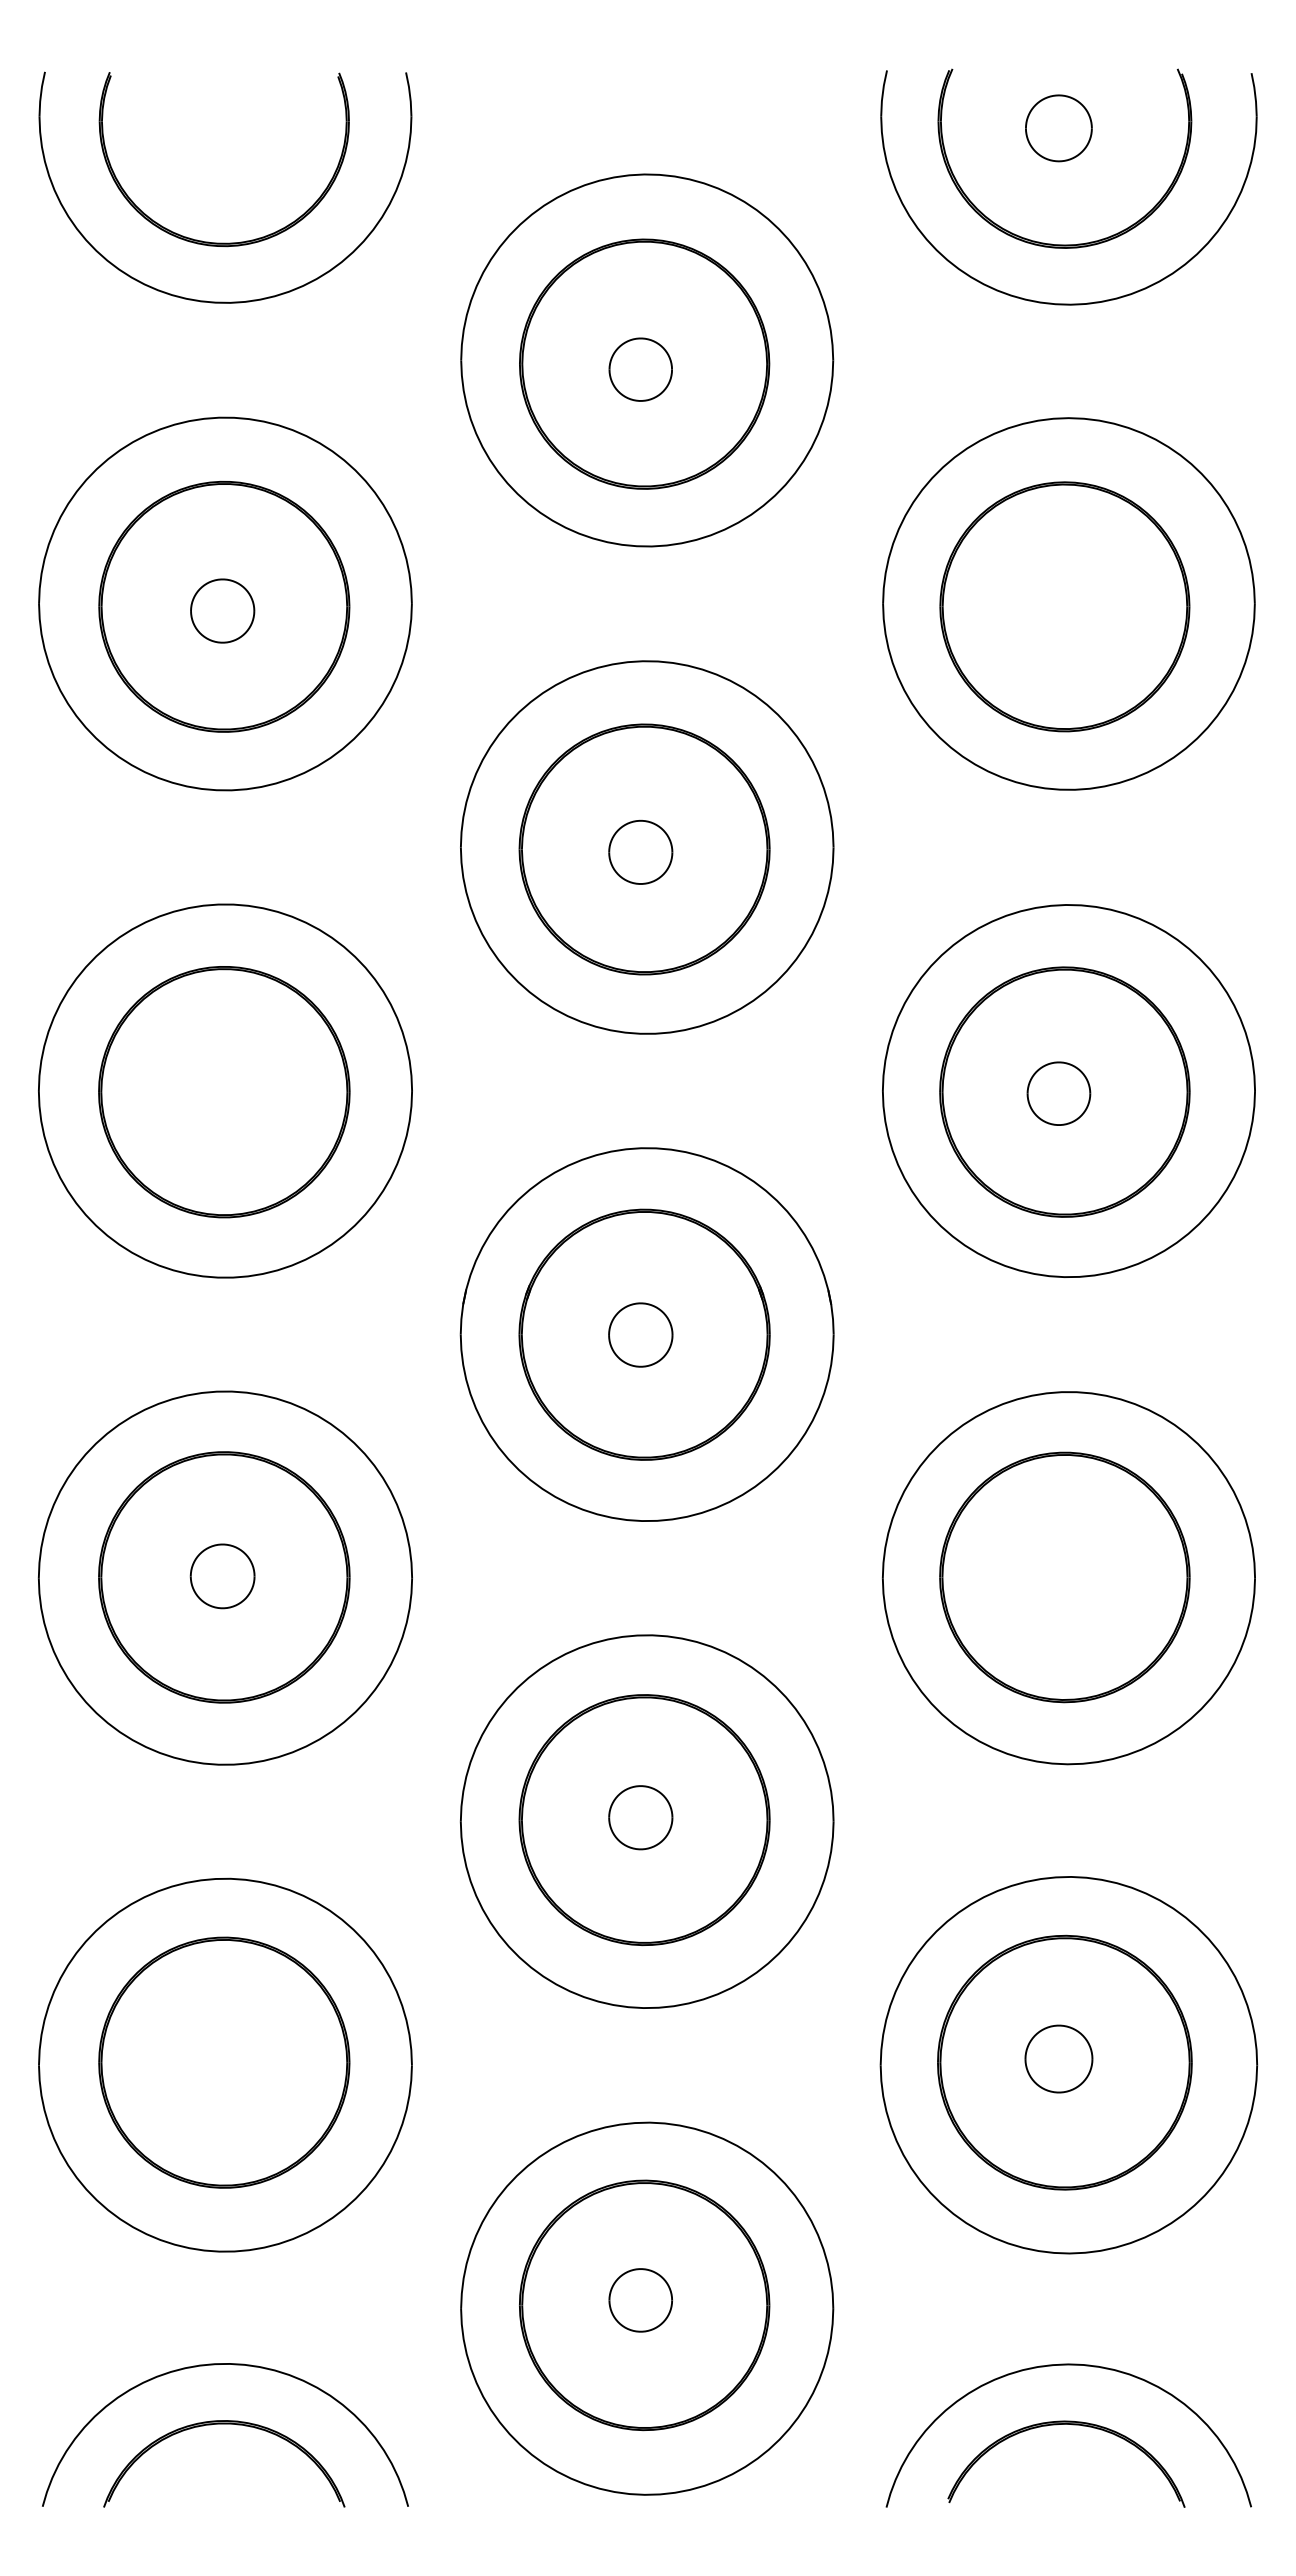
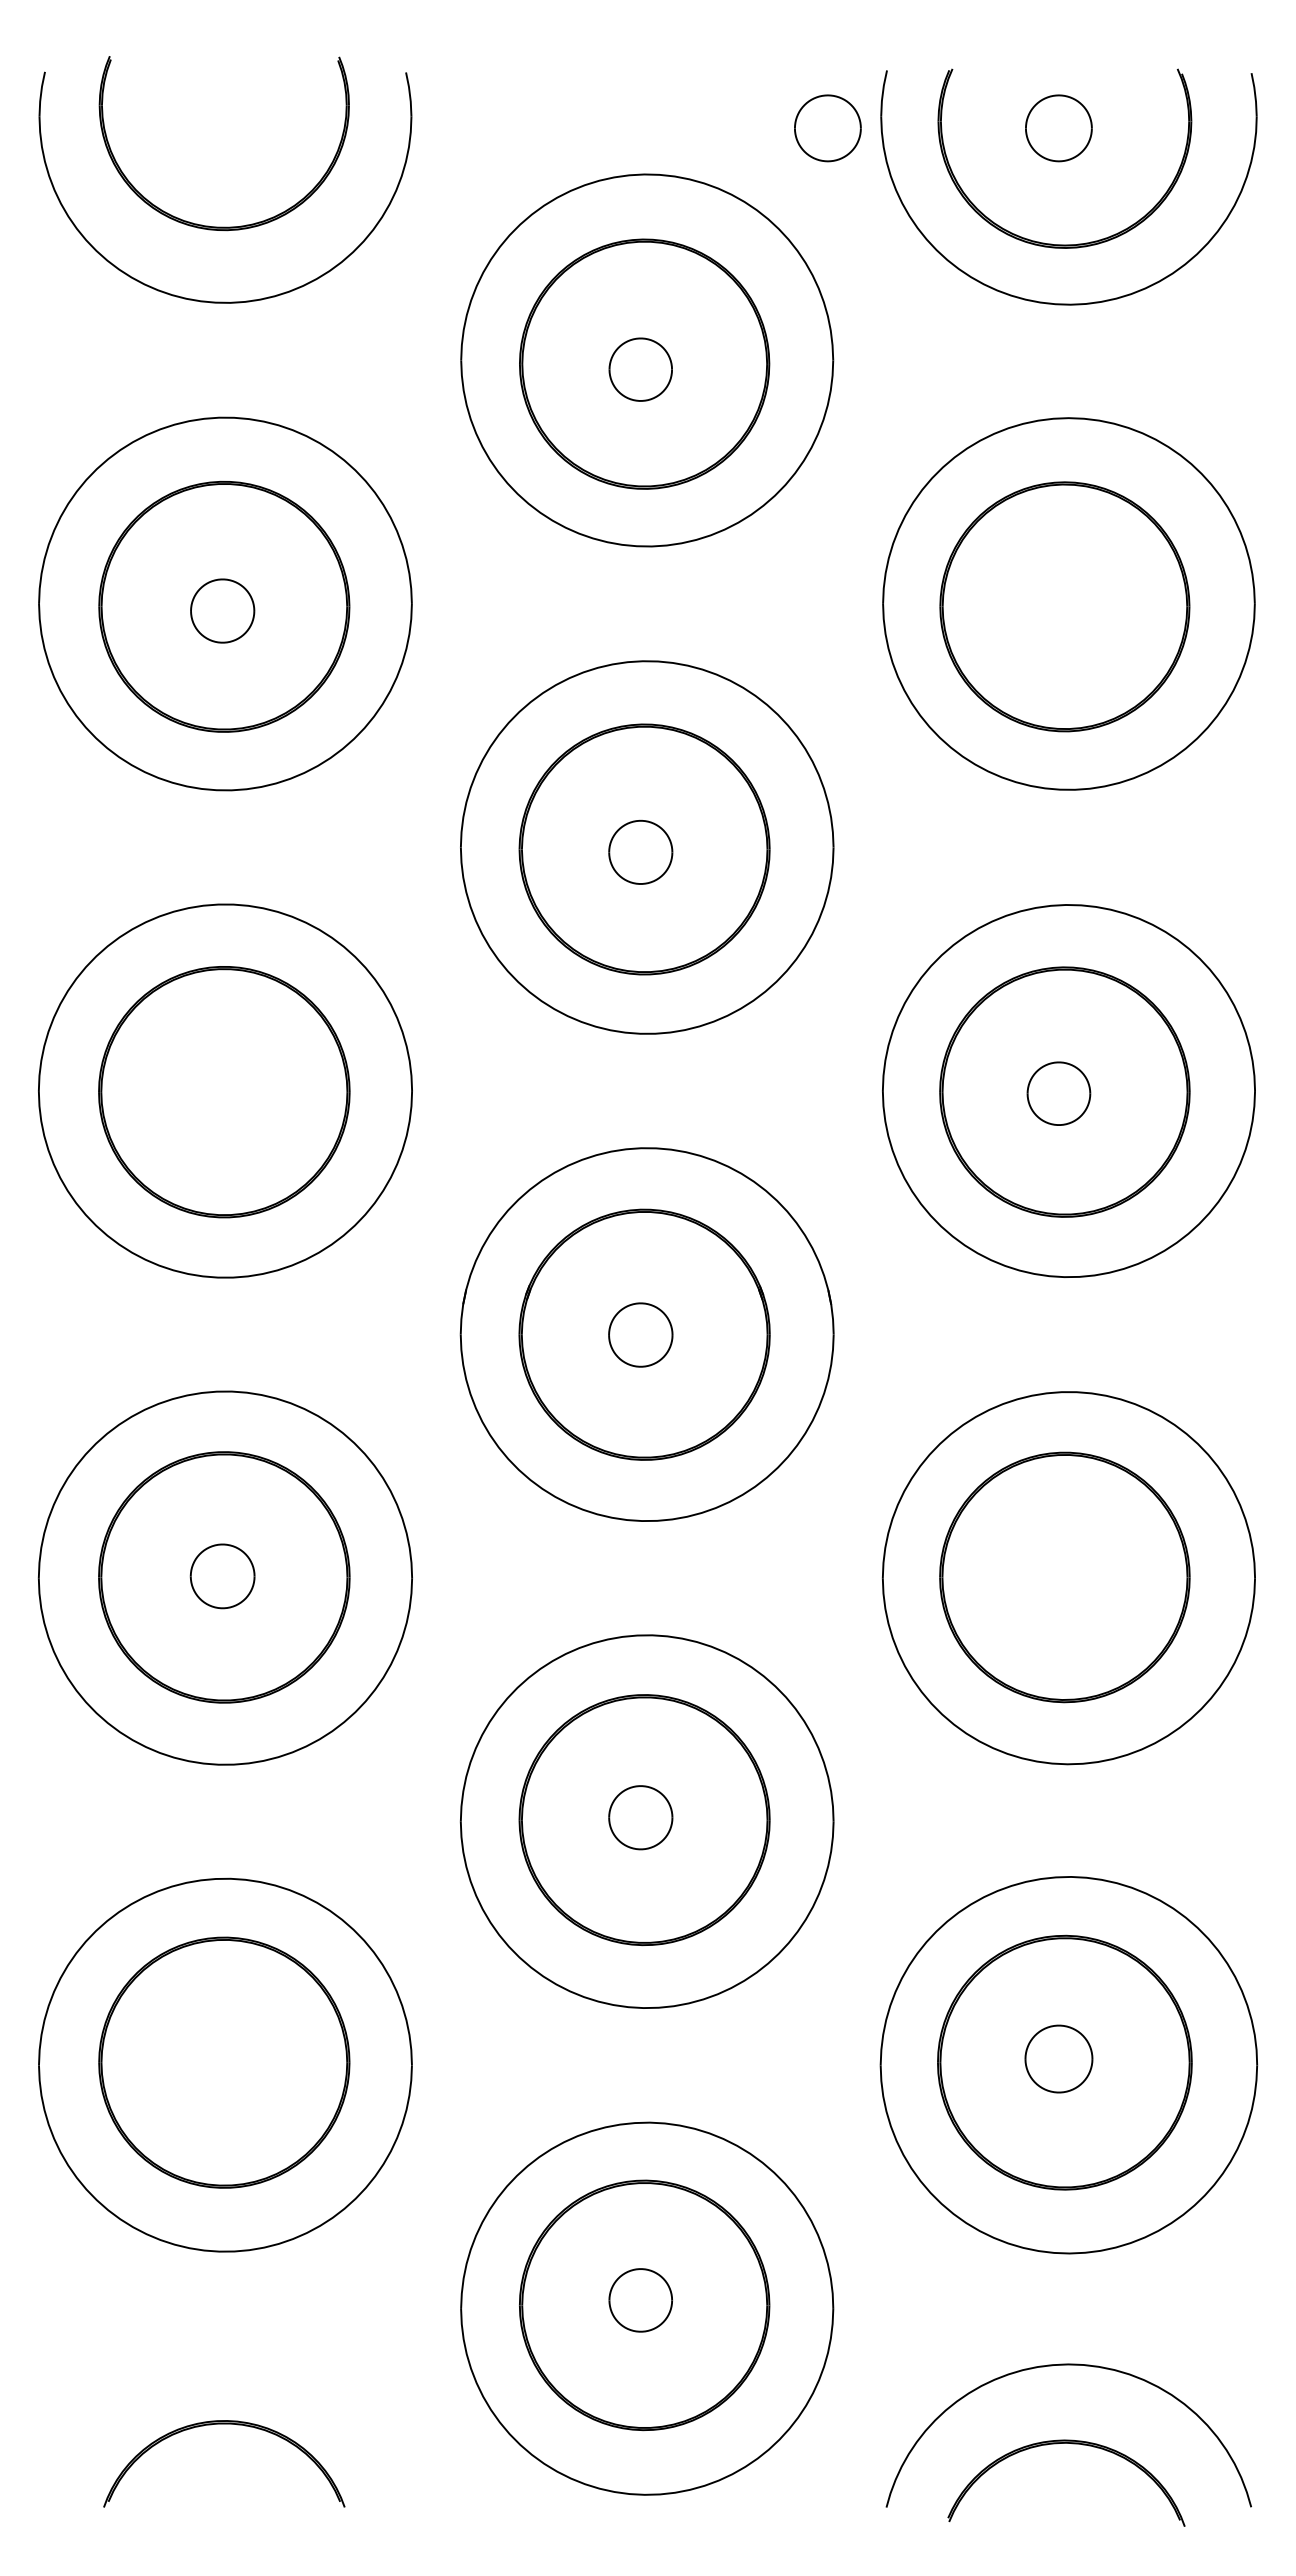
part at (827, 128): none -> present
part at (223, 242) position: (223, 242) -> (223, 226)
curve at (234, 2365): present -> none
part at (1072, 2425) position: (1072, 2425) -> (1072, 2444)
